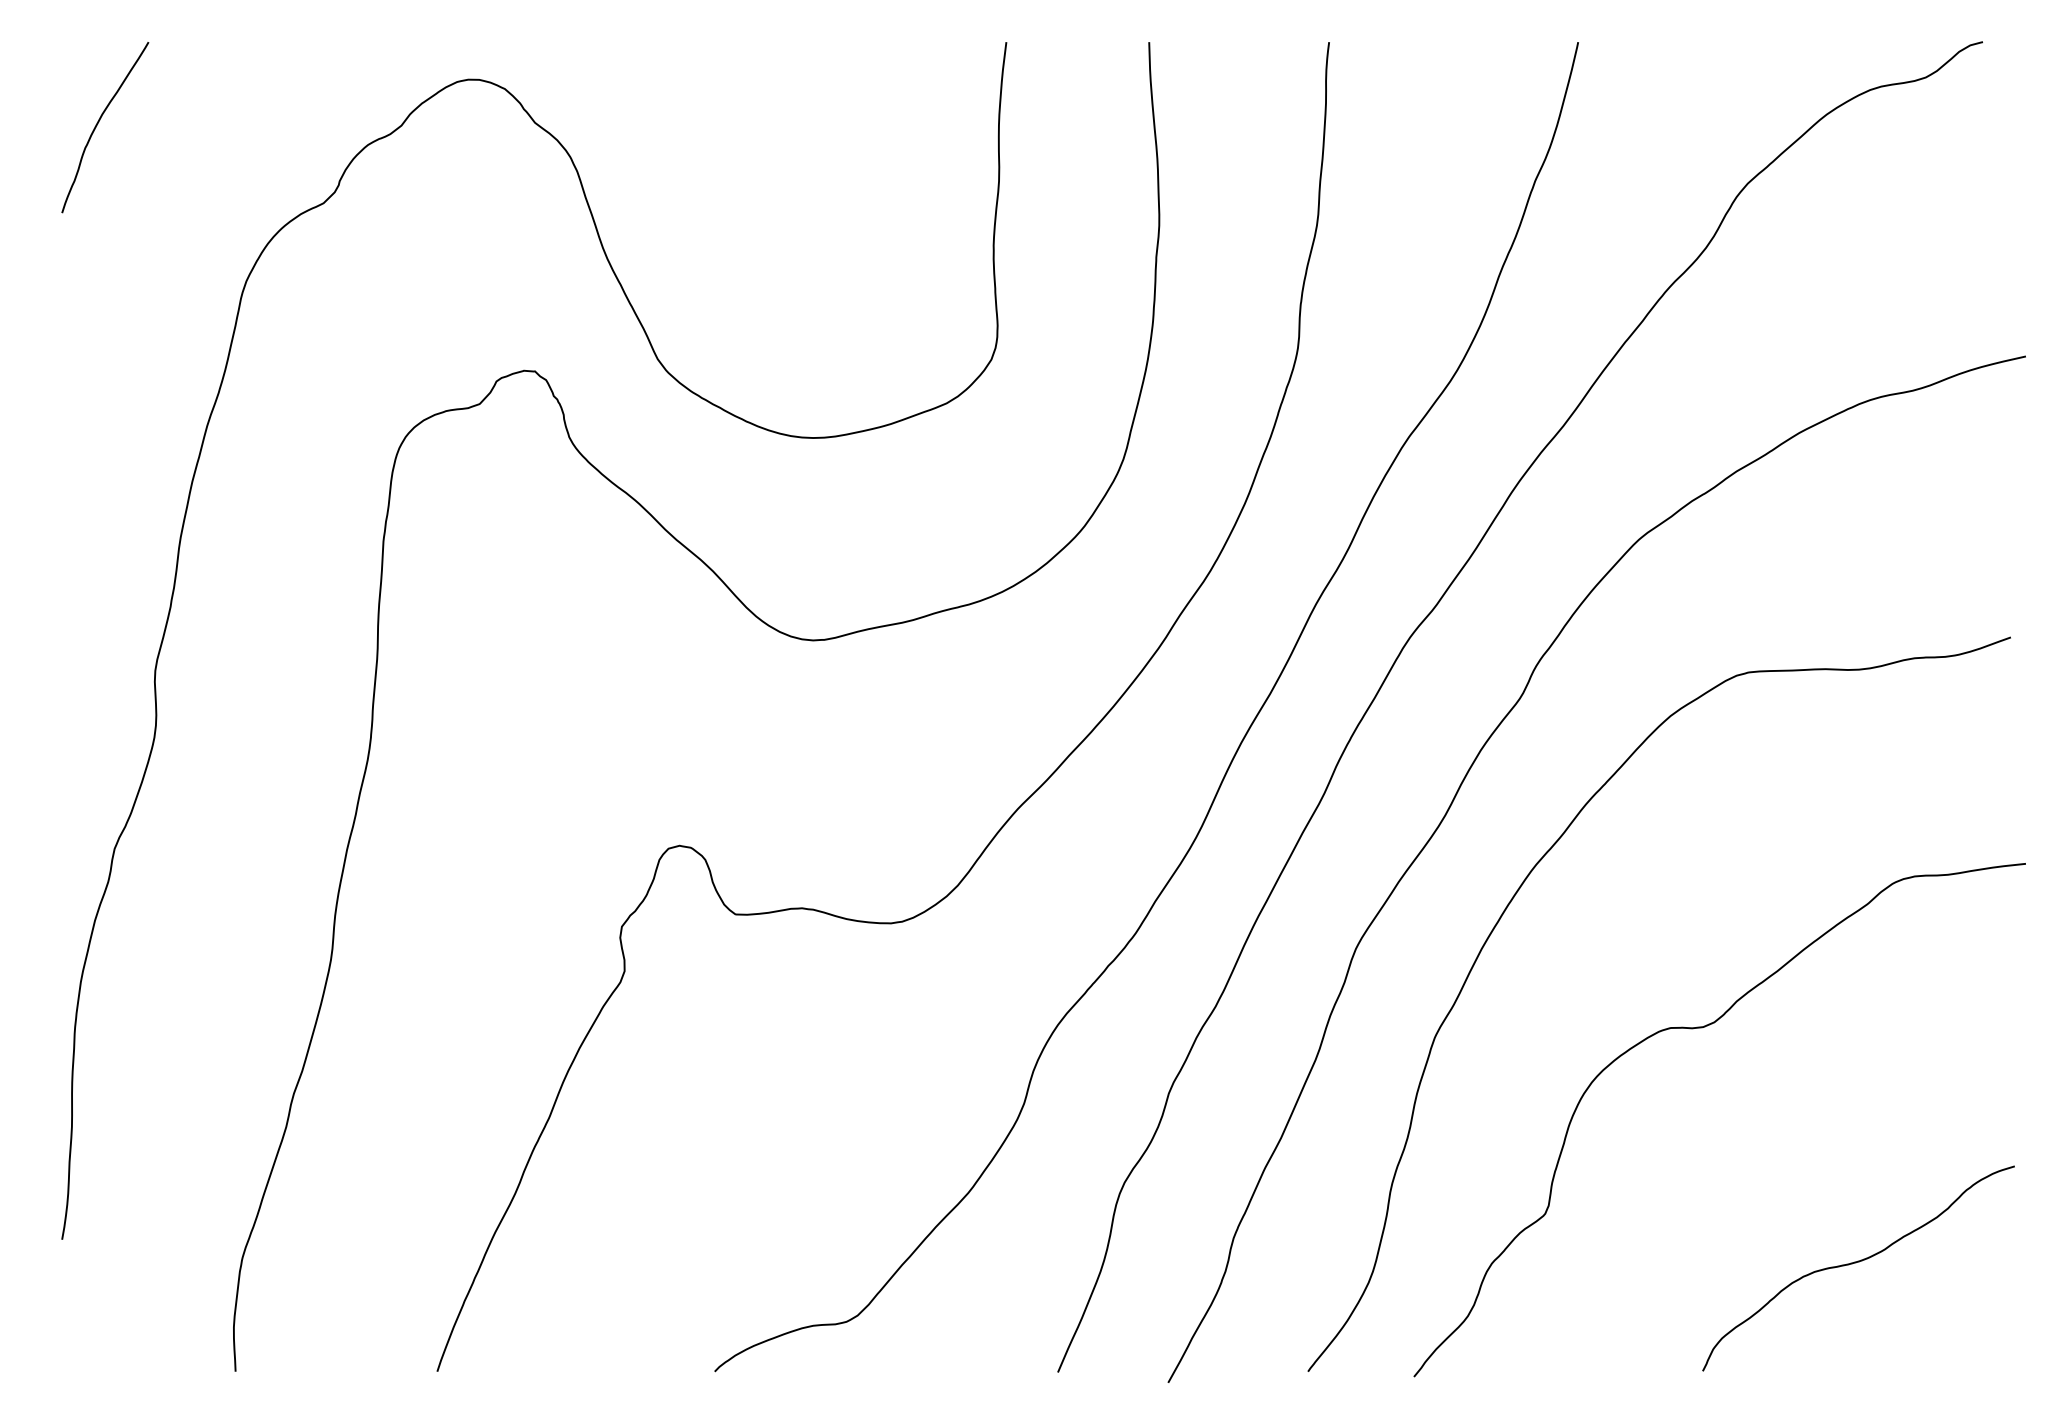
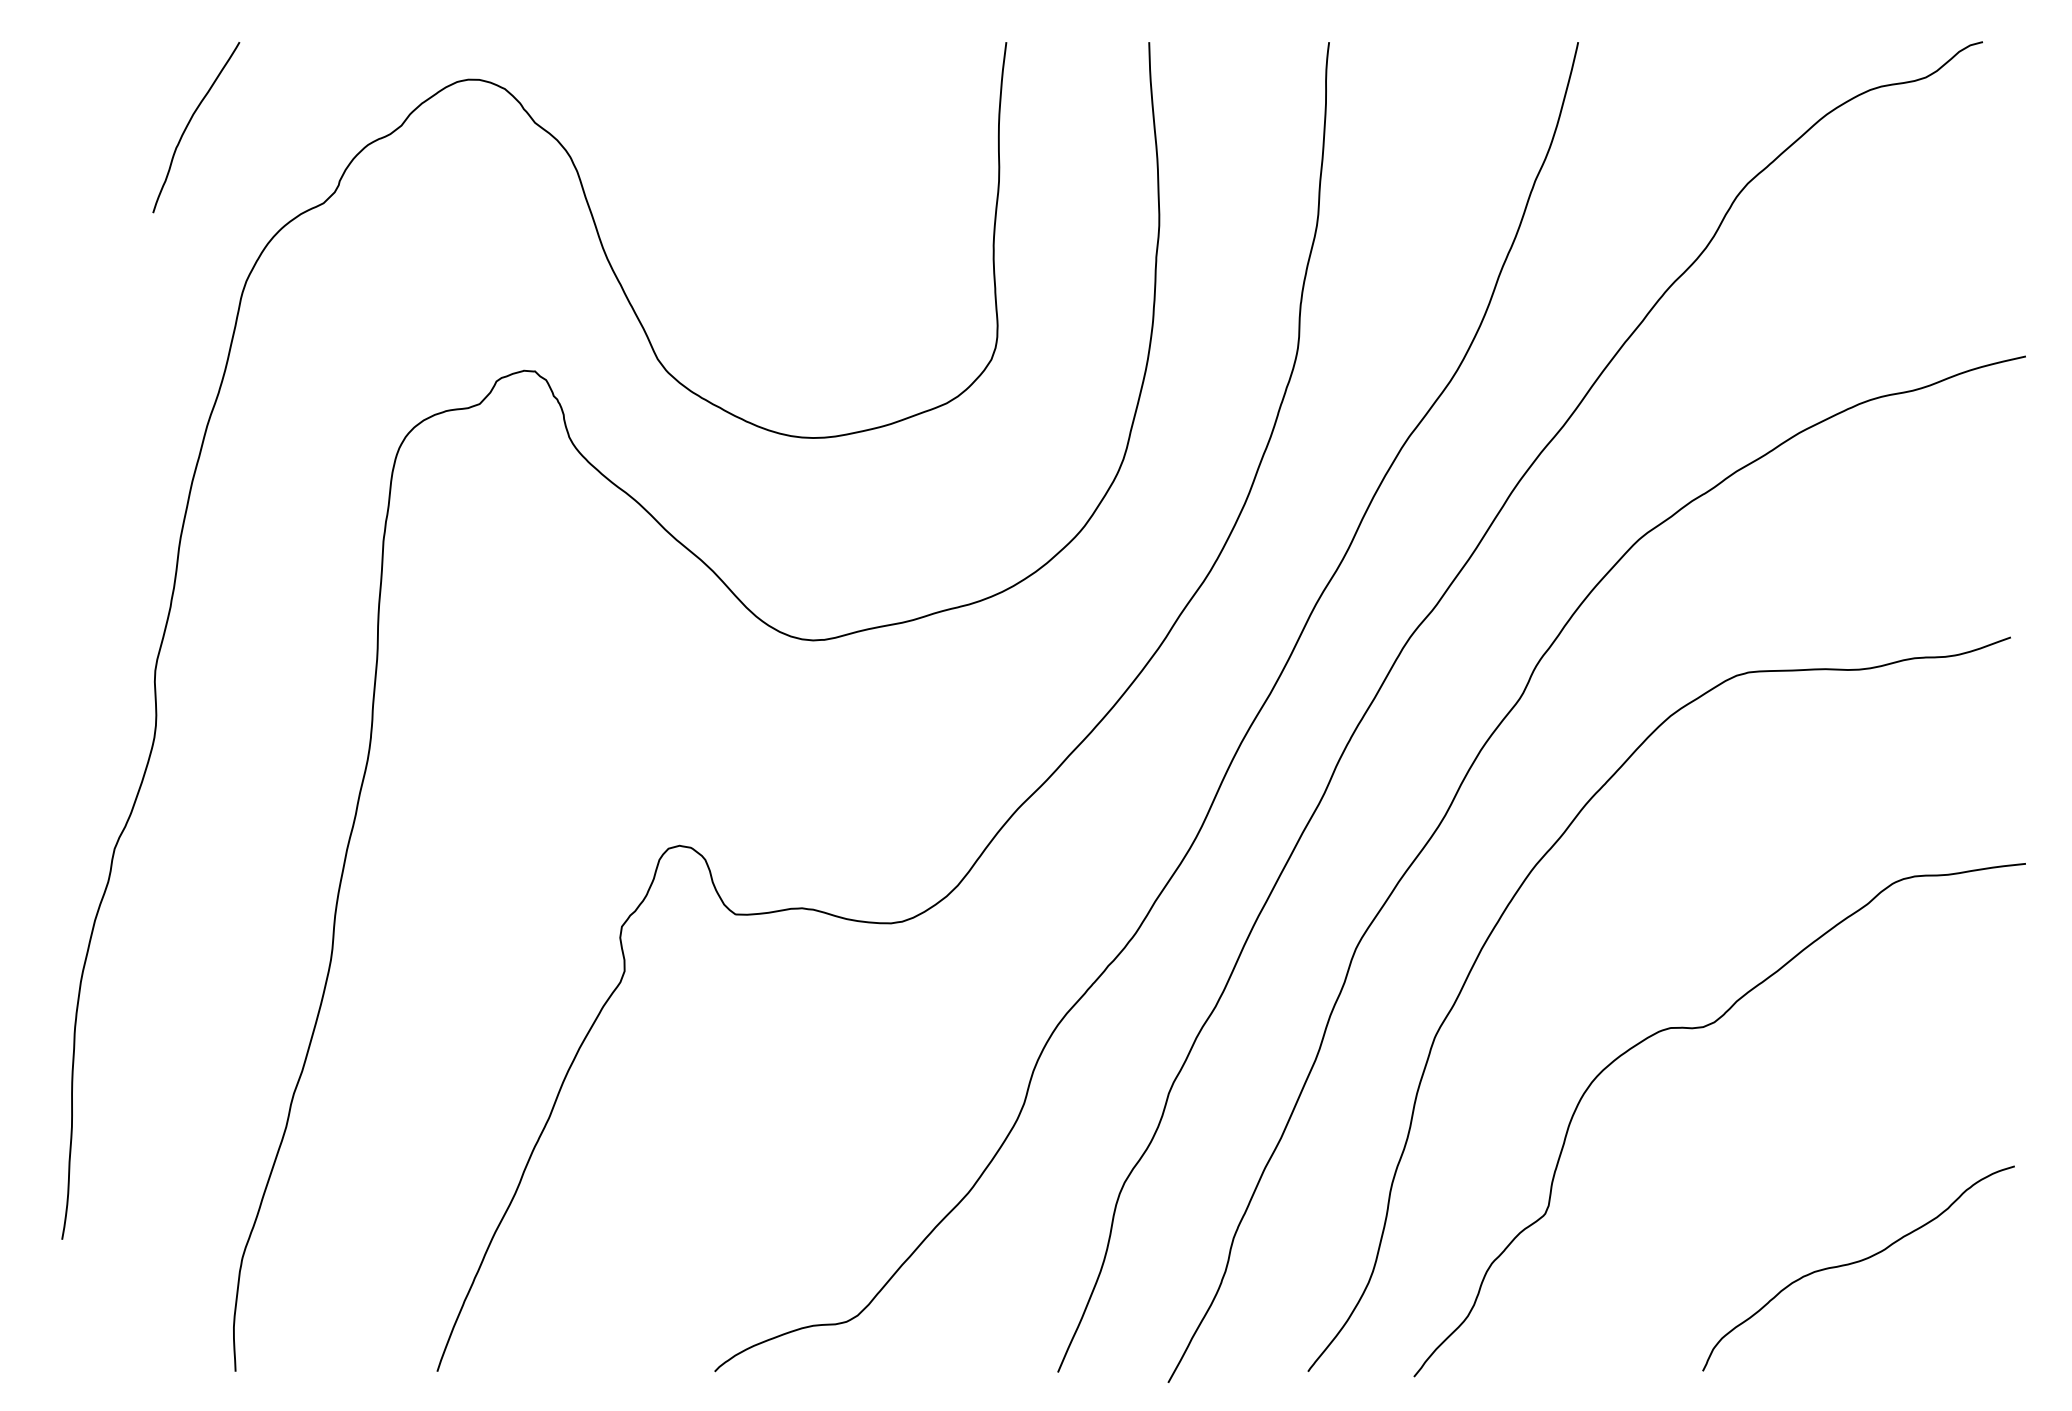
curve at (99, 122) position: (99, 122) -> (190, 122)
